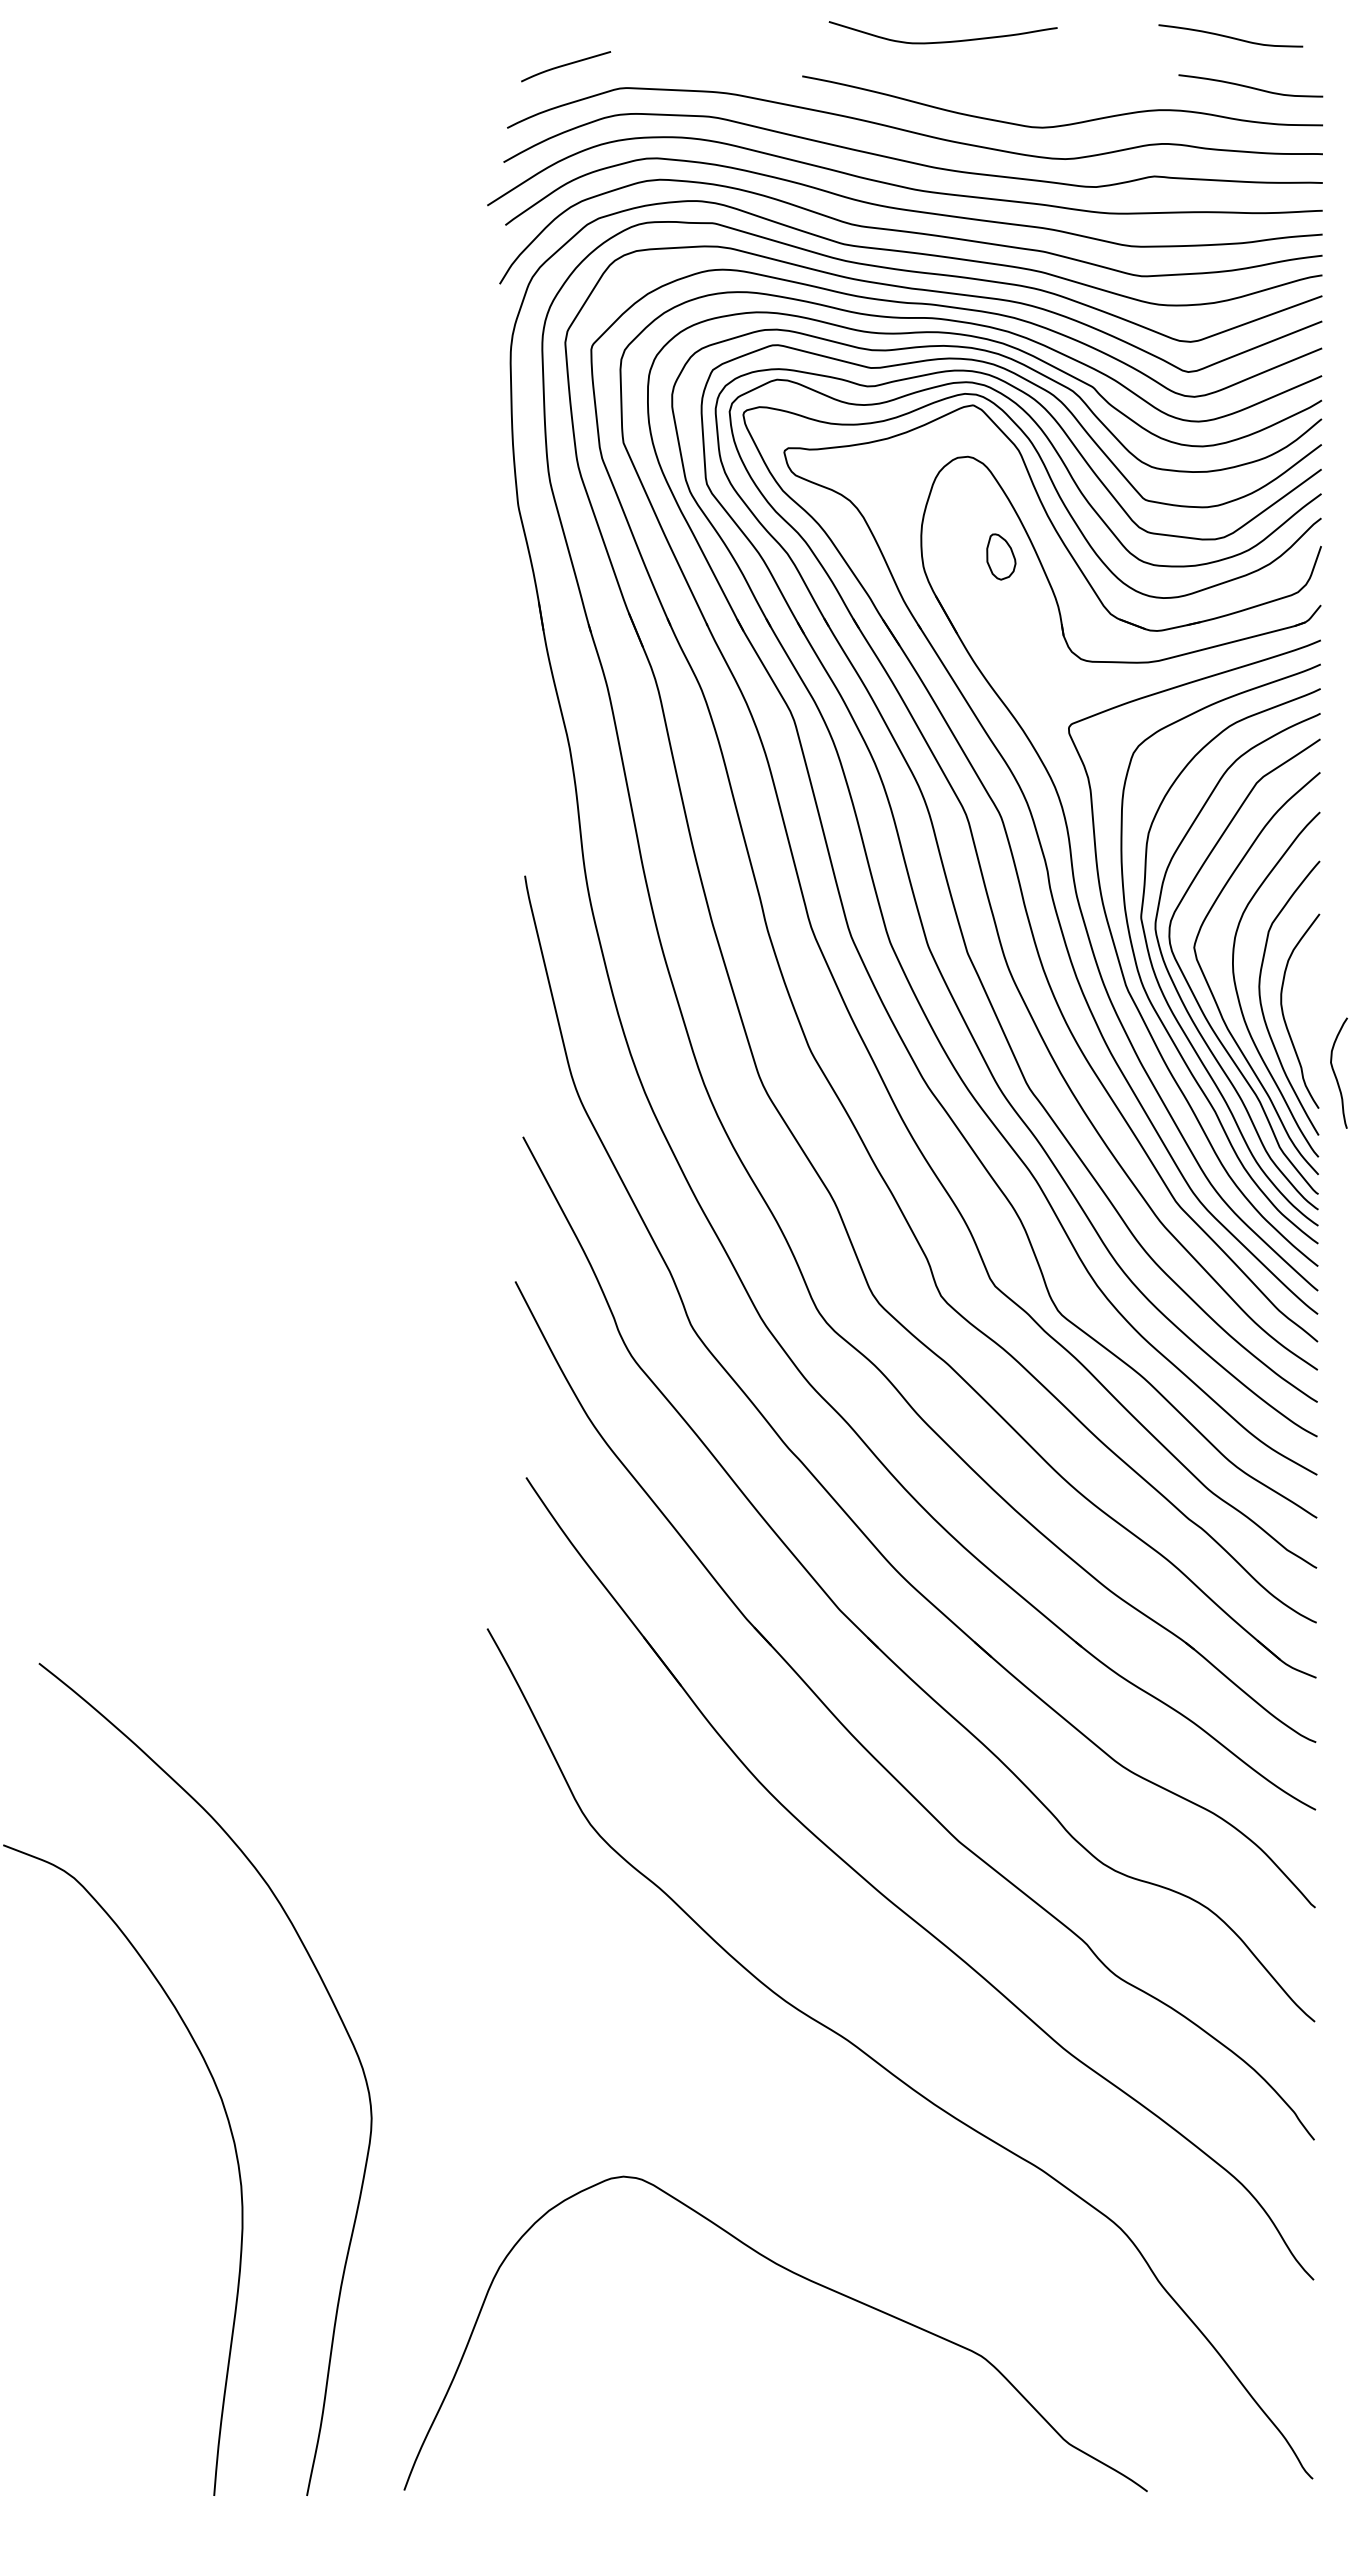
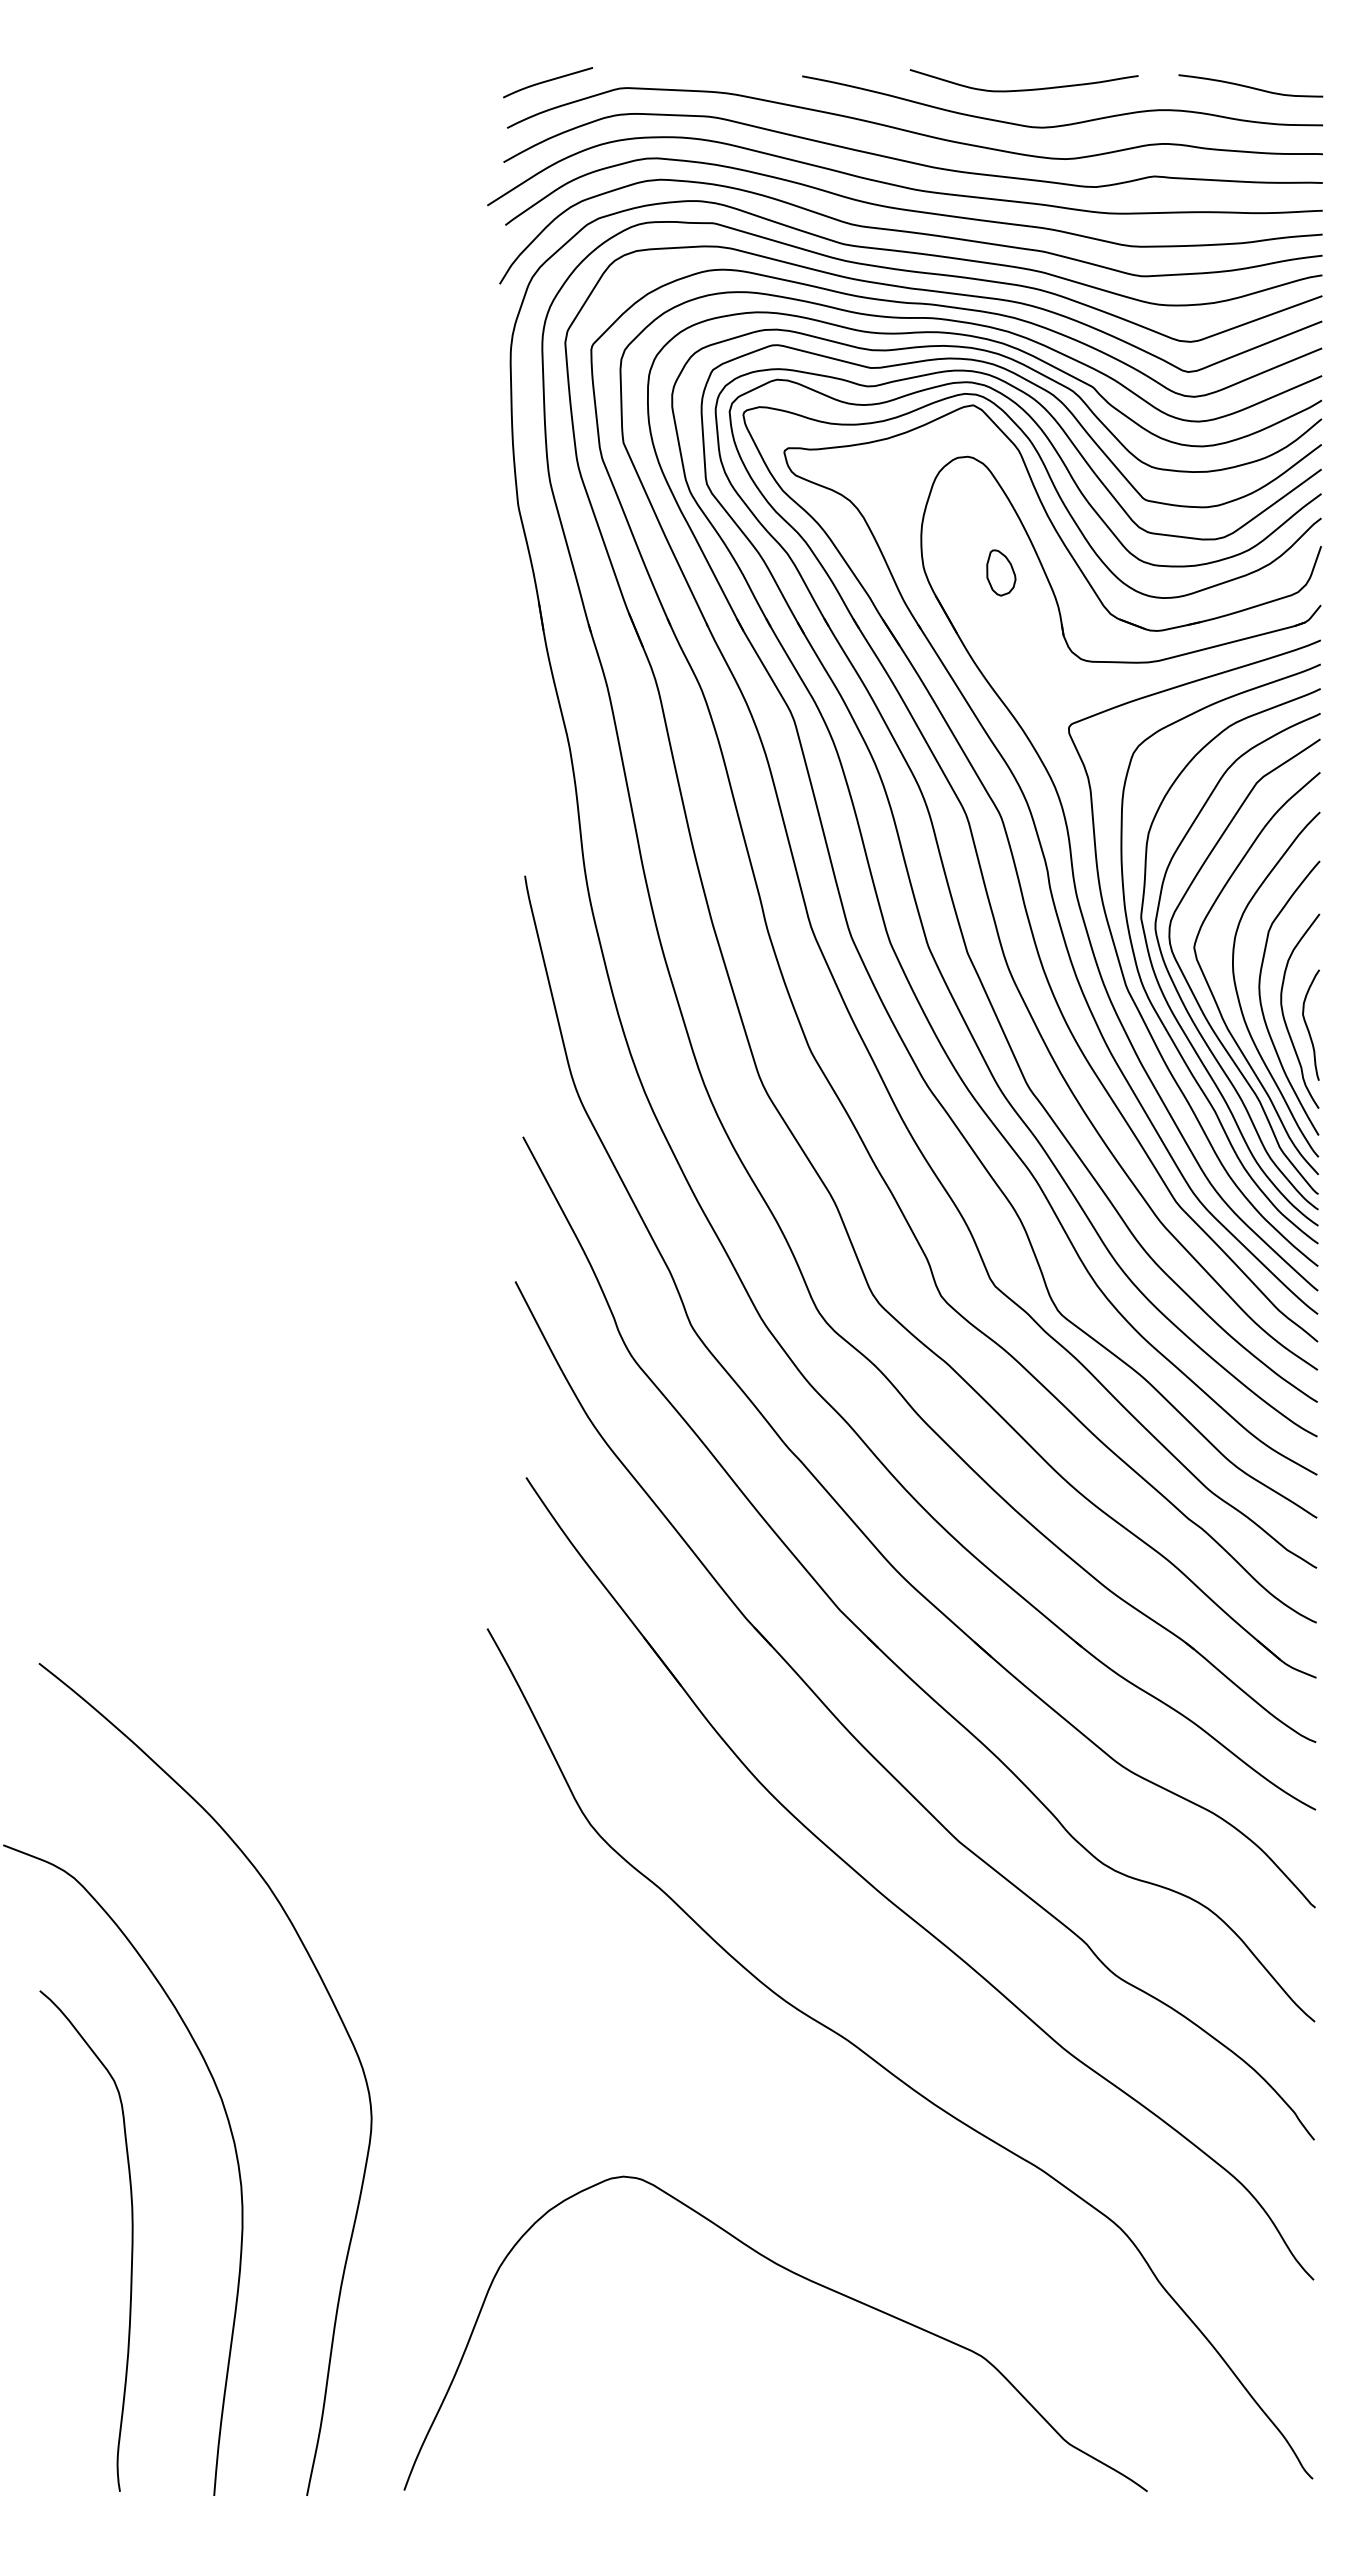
curve at (1230, 36): present -> none
curve at (942, 41) position: (942, 41) -> (1023, 89)
curve at (566, 65) position: (566, 65) -> (548, 81)
part at (1001, 556) position: (1001, 556) -> (1001, 572)
curve at (1335, 1072) position: (1335, 1072) -> (1307, 1024)
curve at (131, 2240): none -> present
